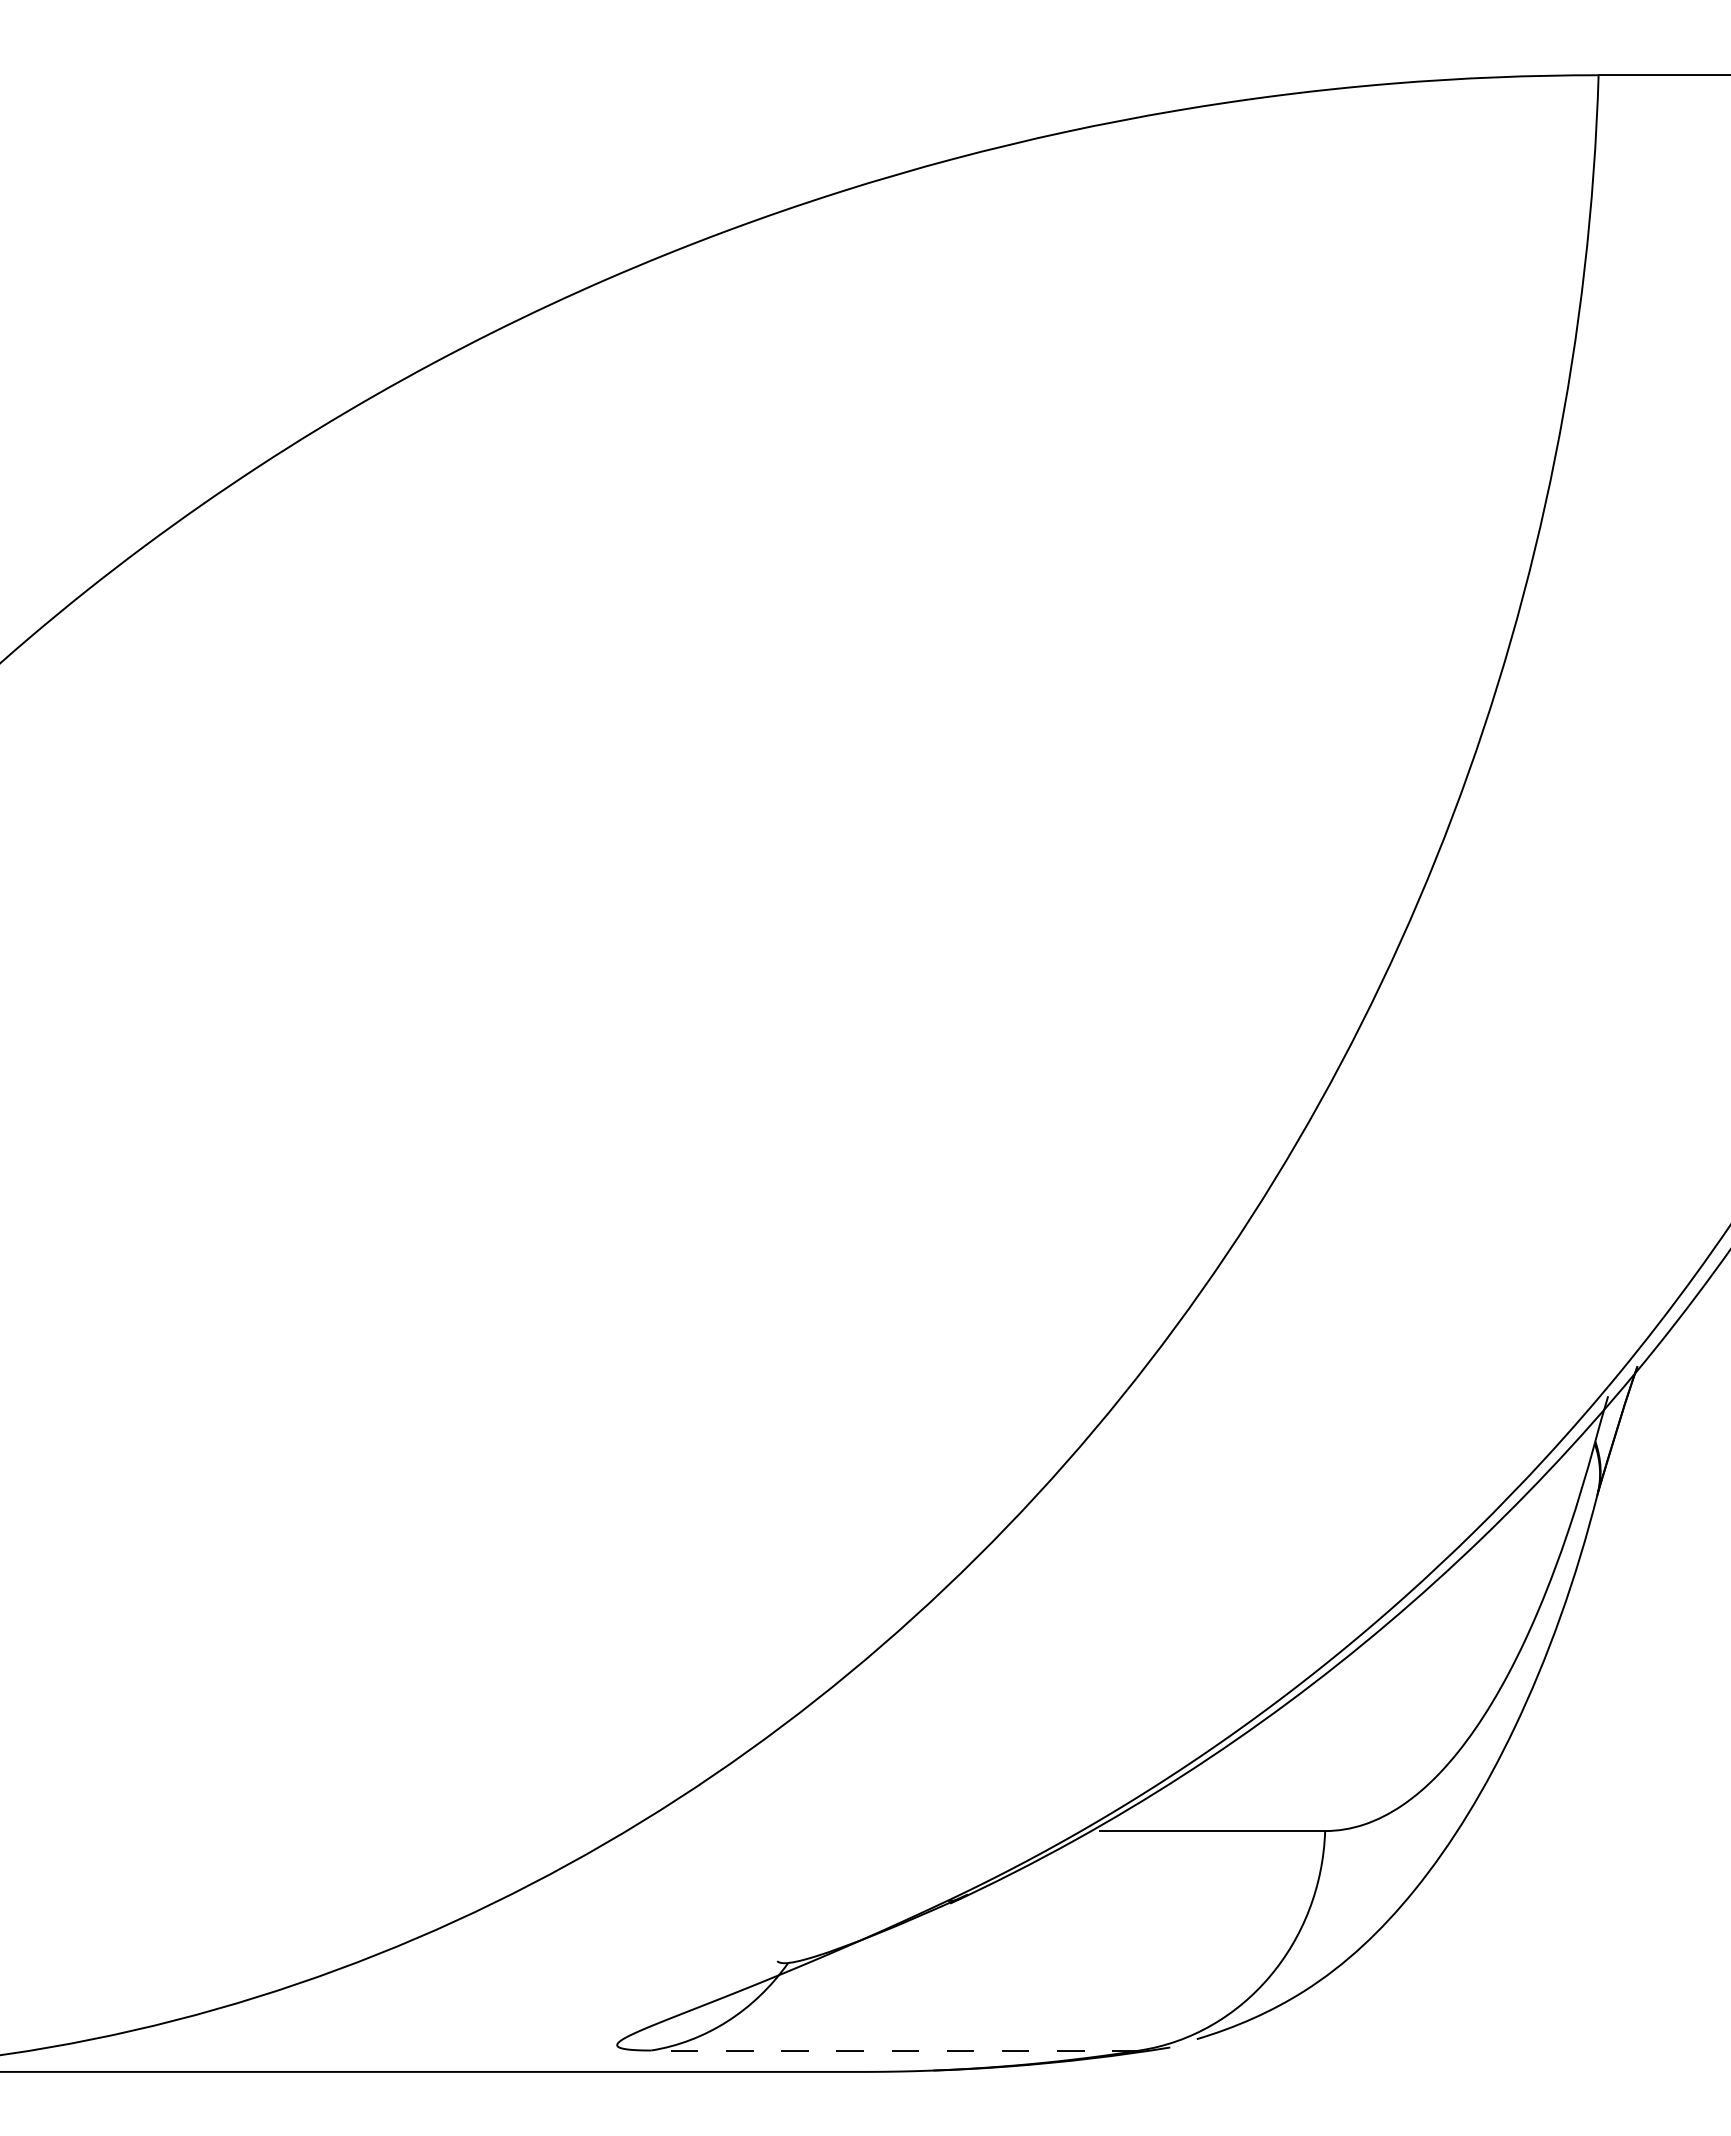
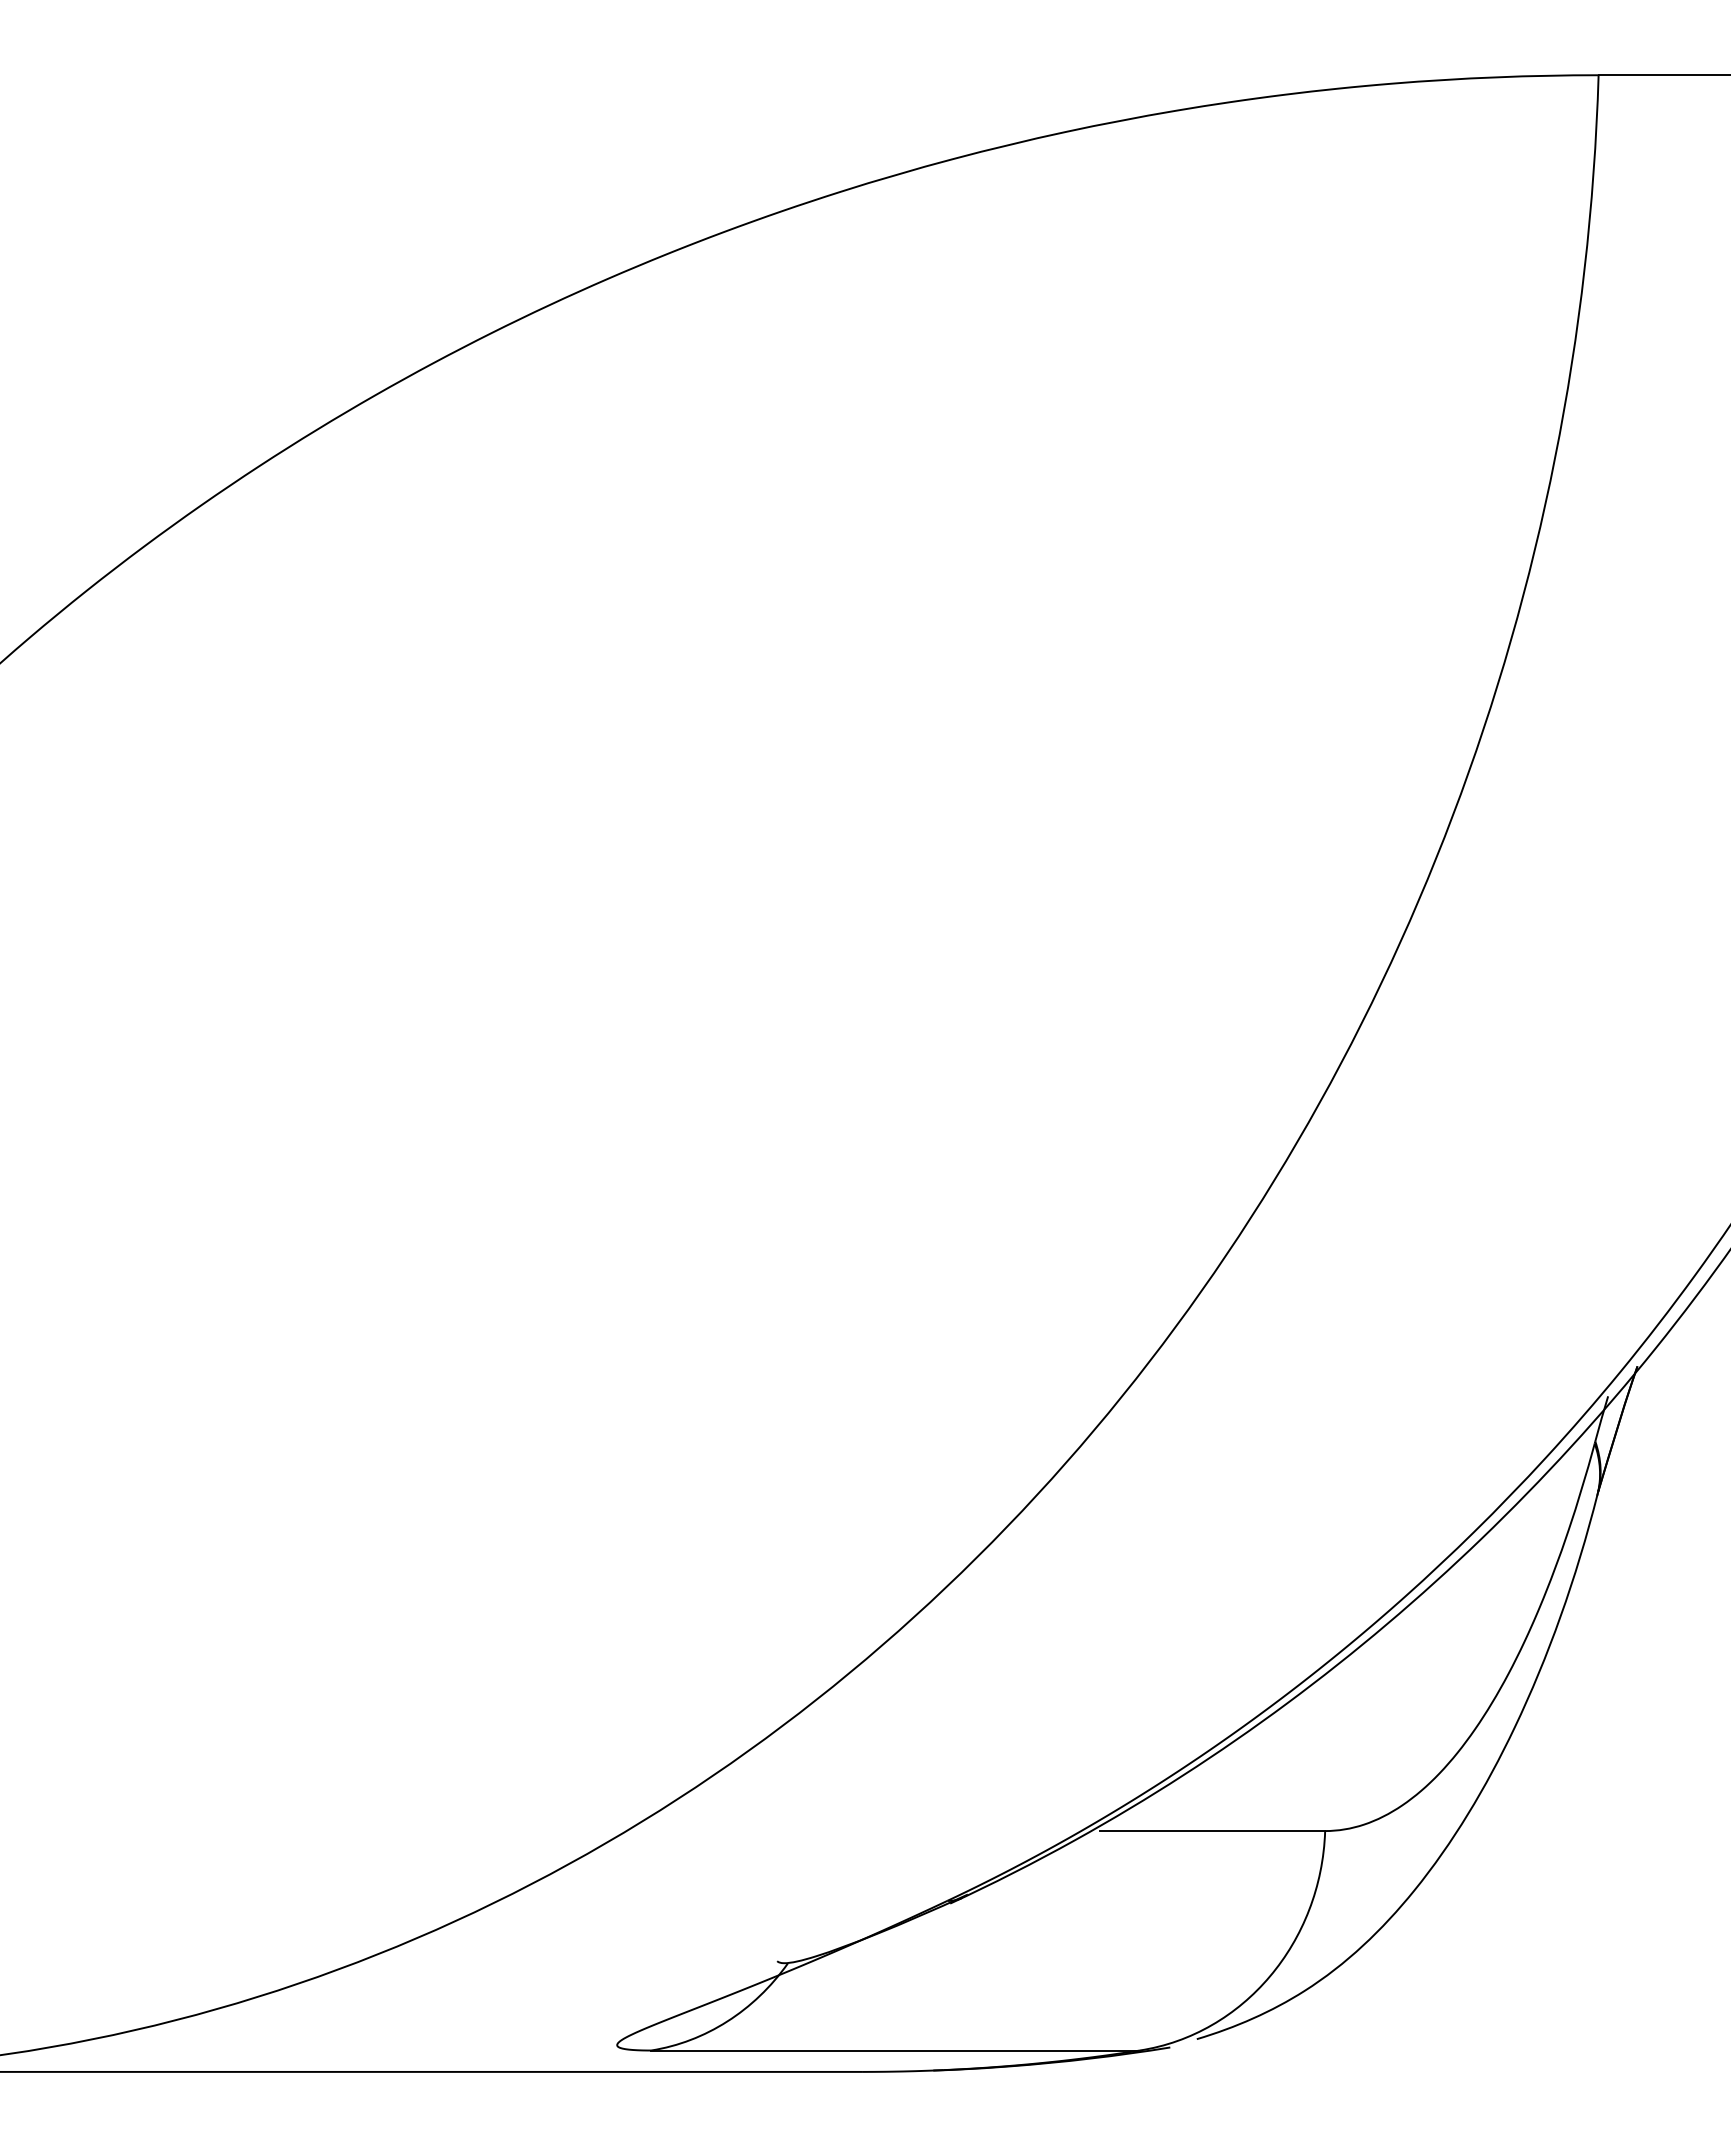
line at (895, 2050): dashed -> solid
